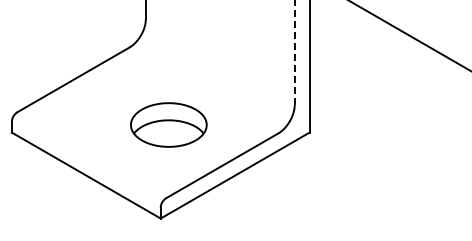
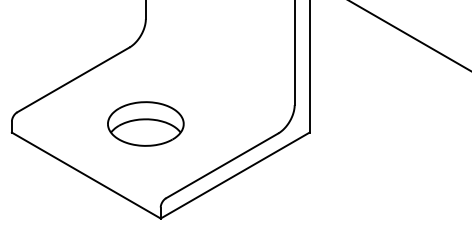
line at (294, 52): dashed -> solid
part at (168, 124) position: (168, 124) -> (145, 123)
